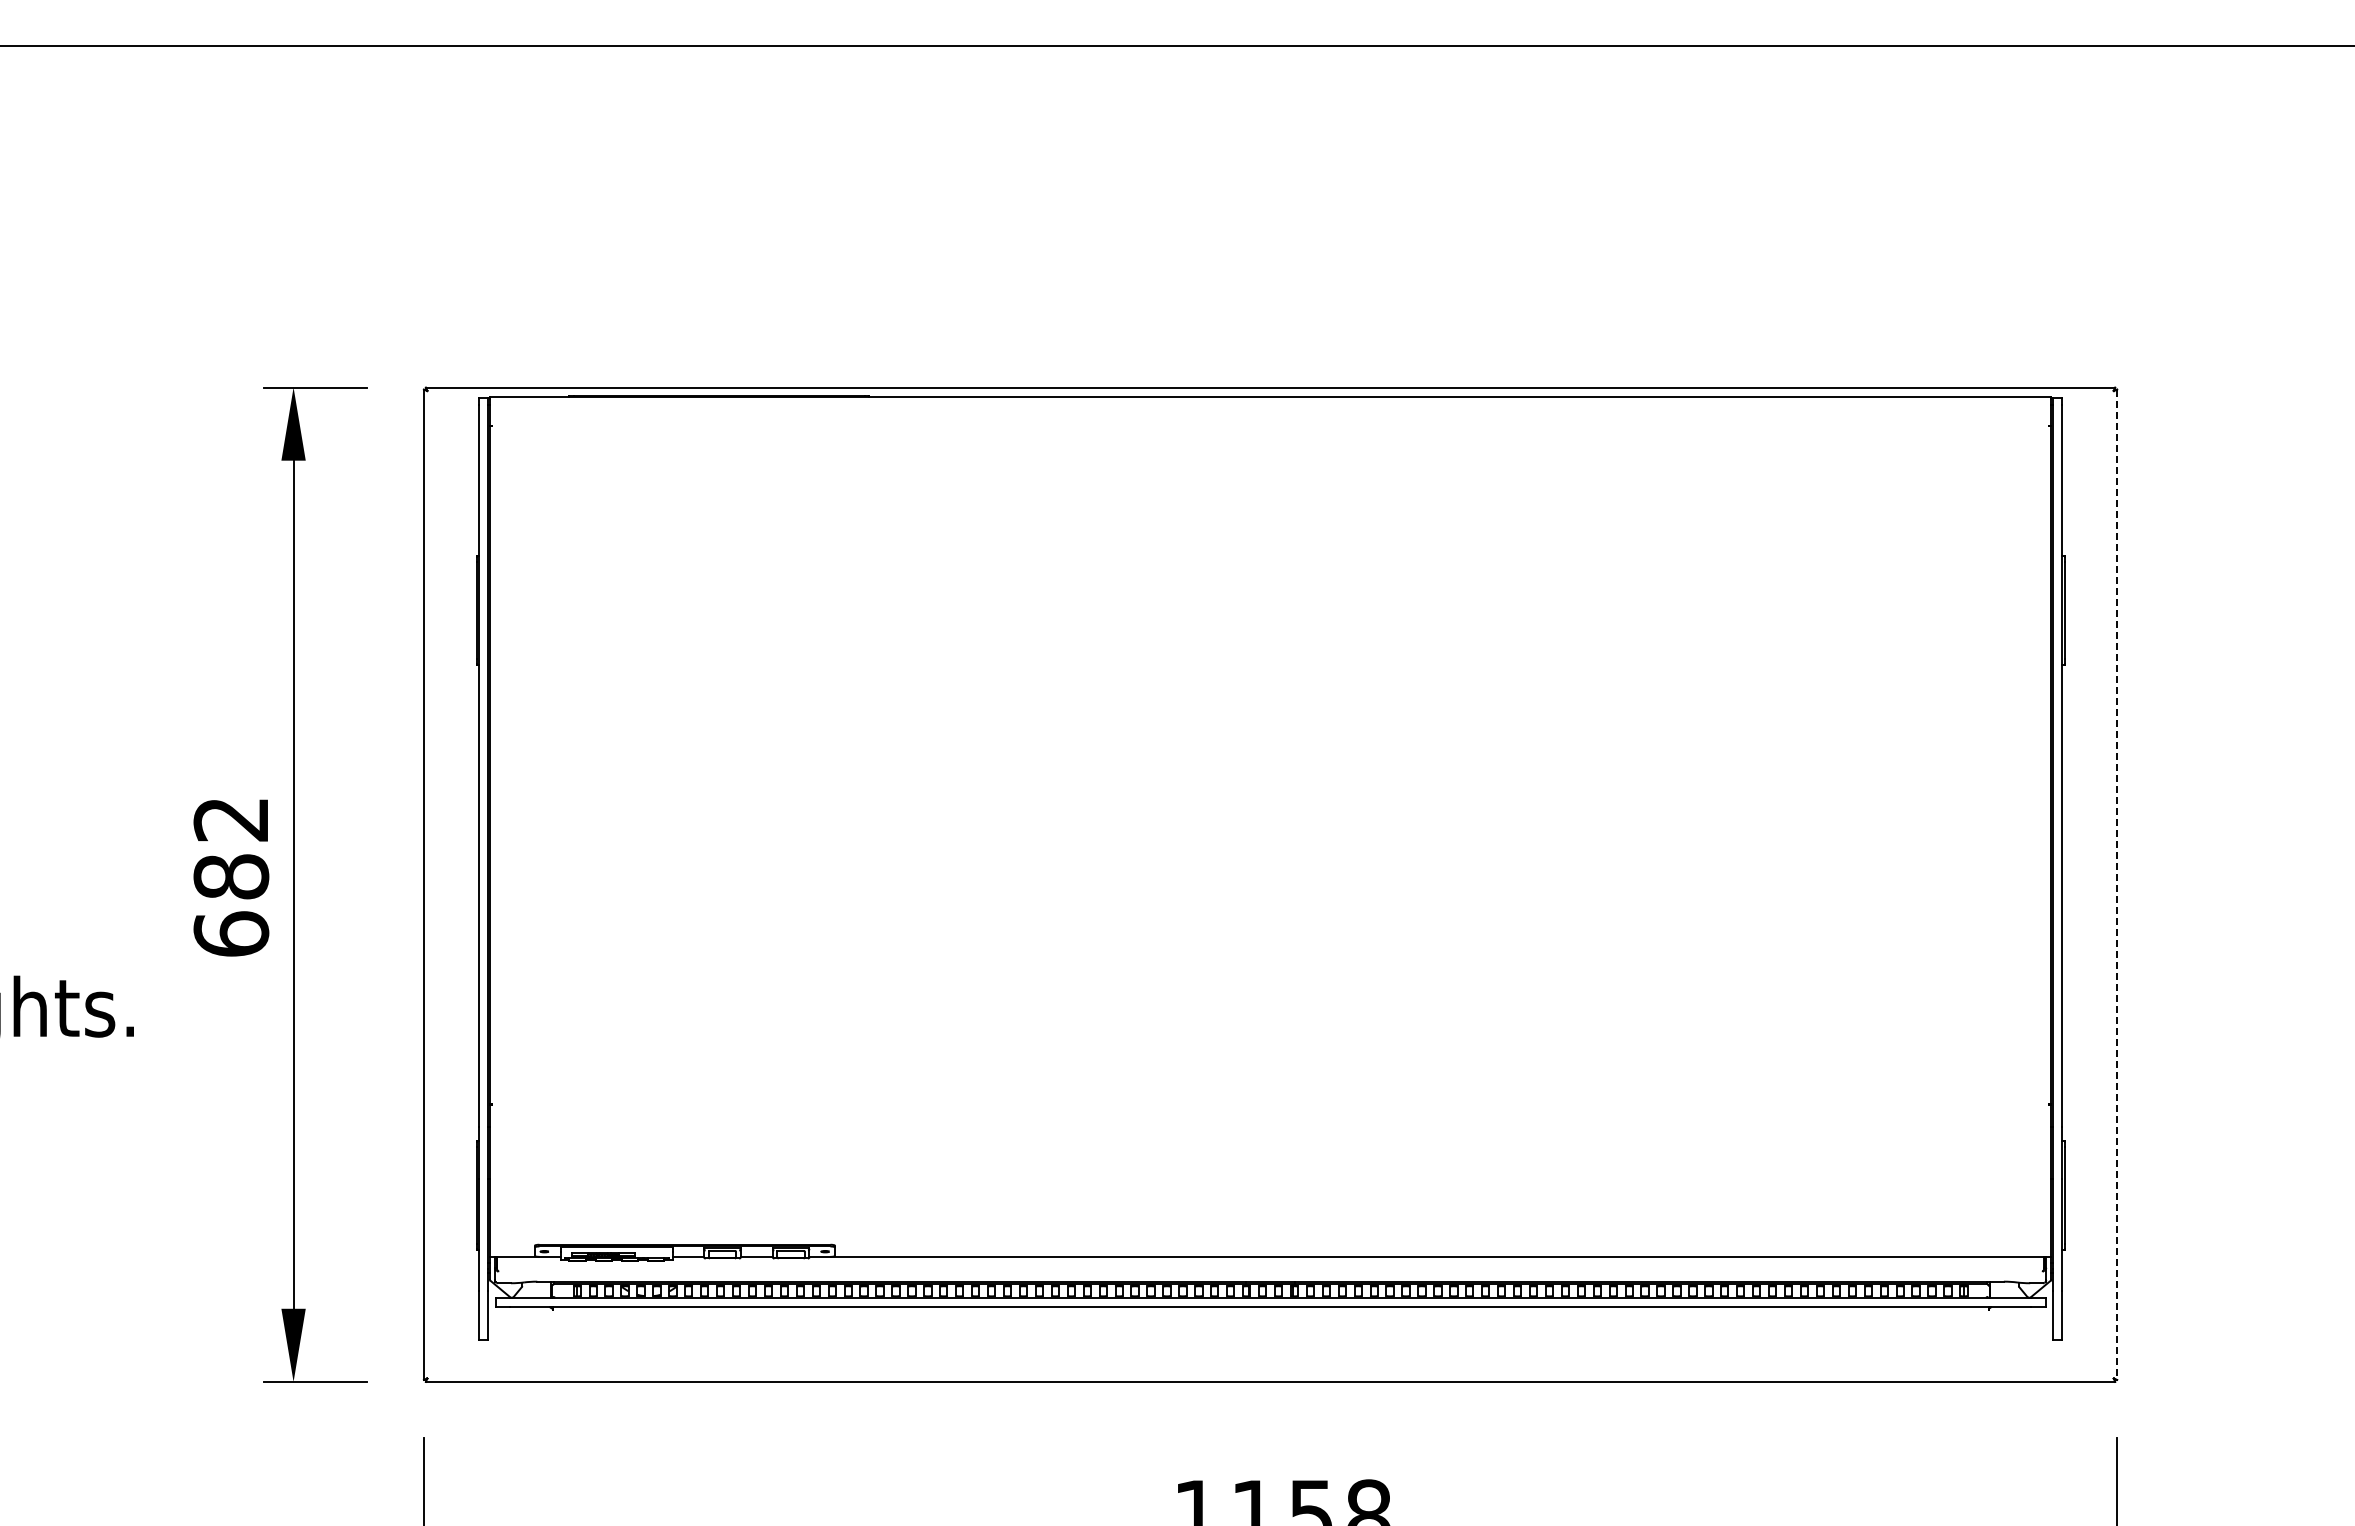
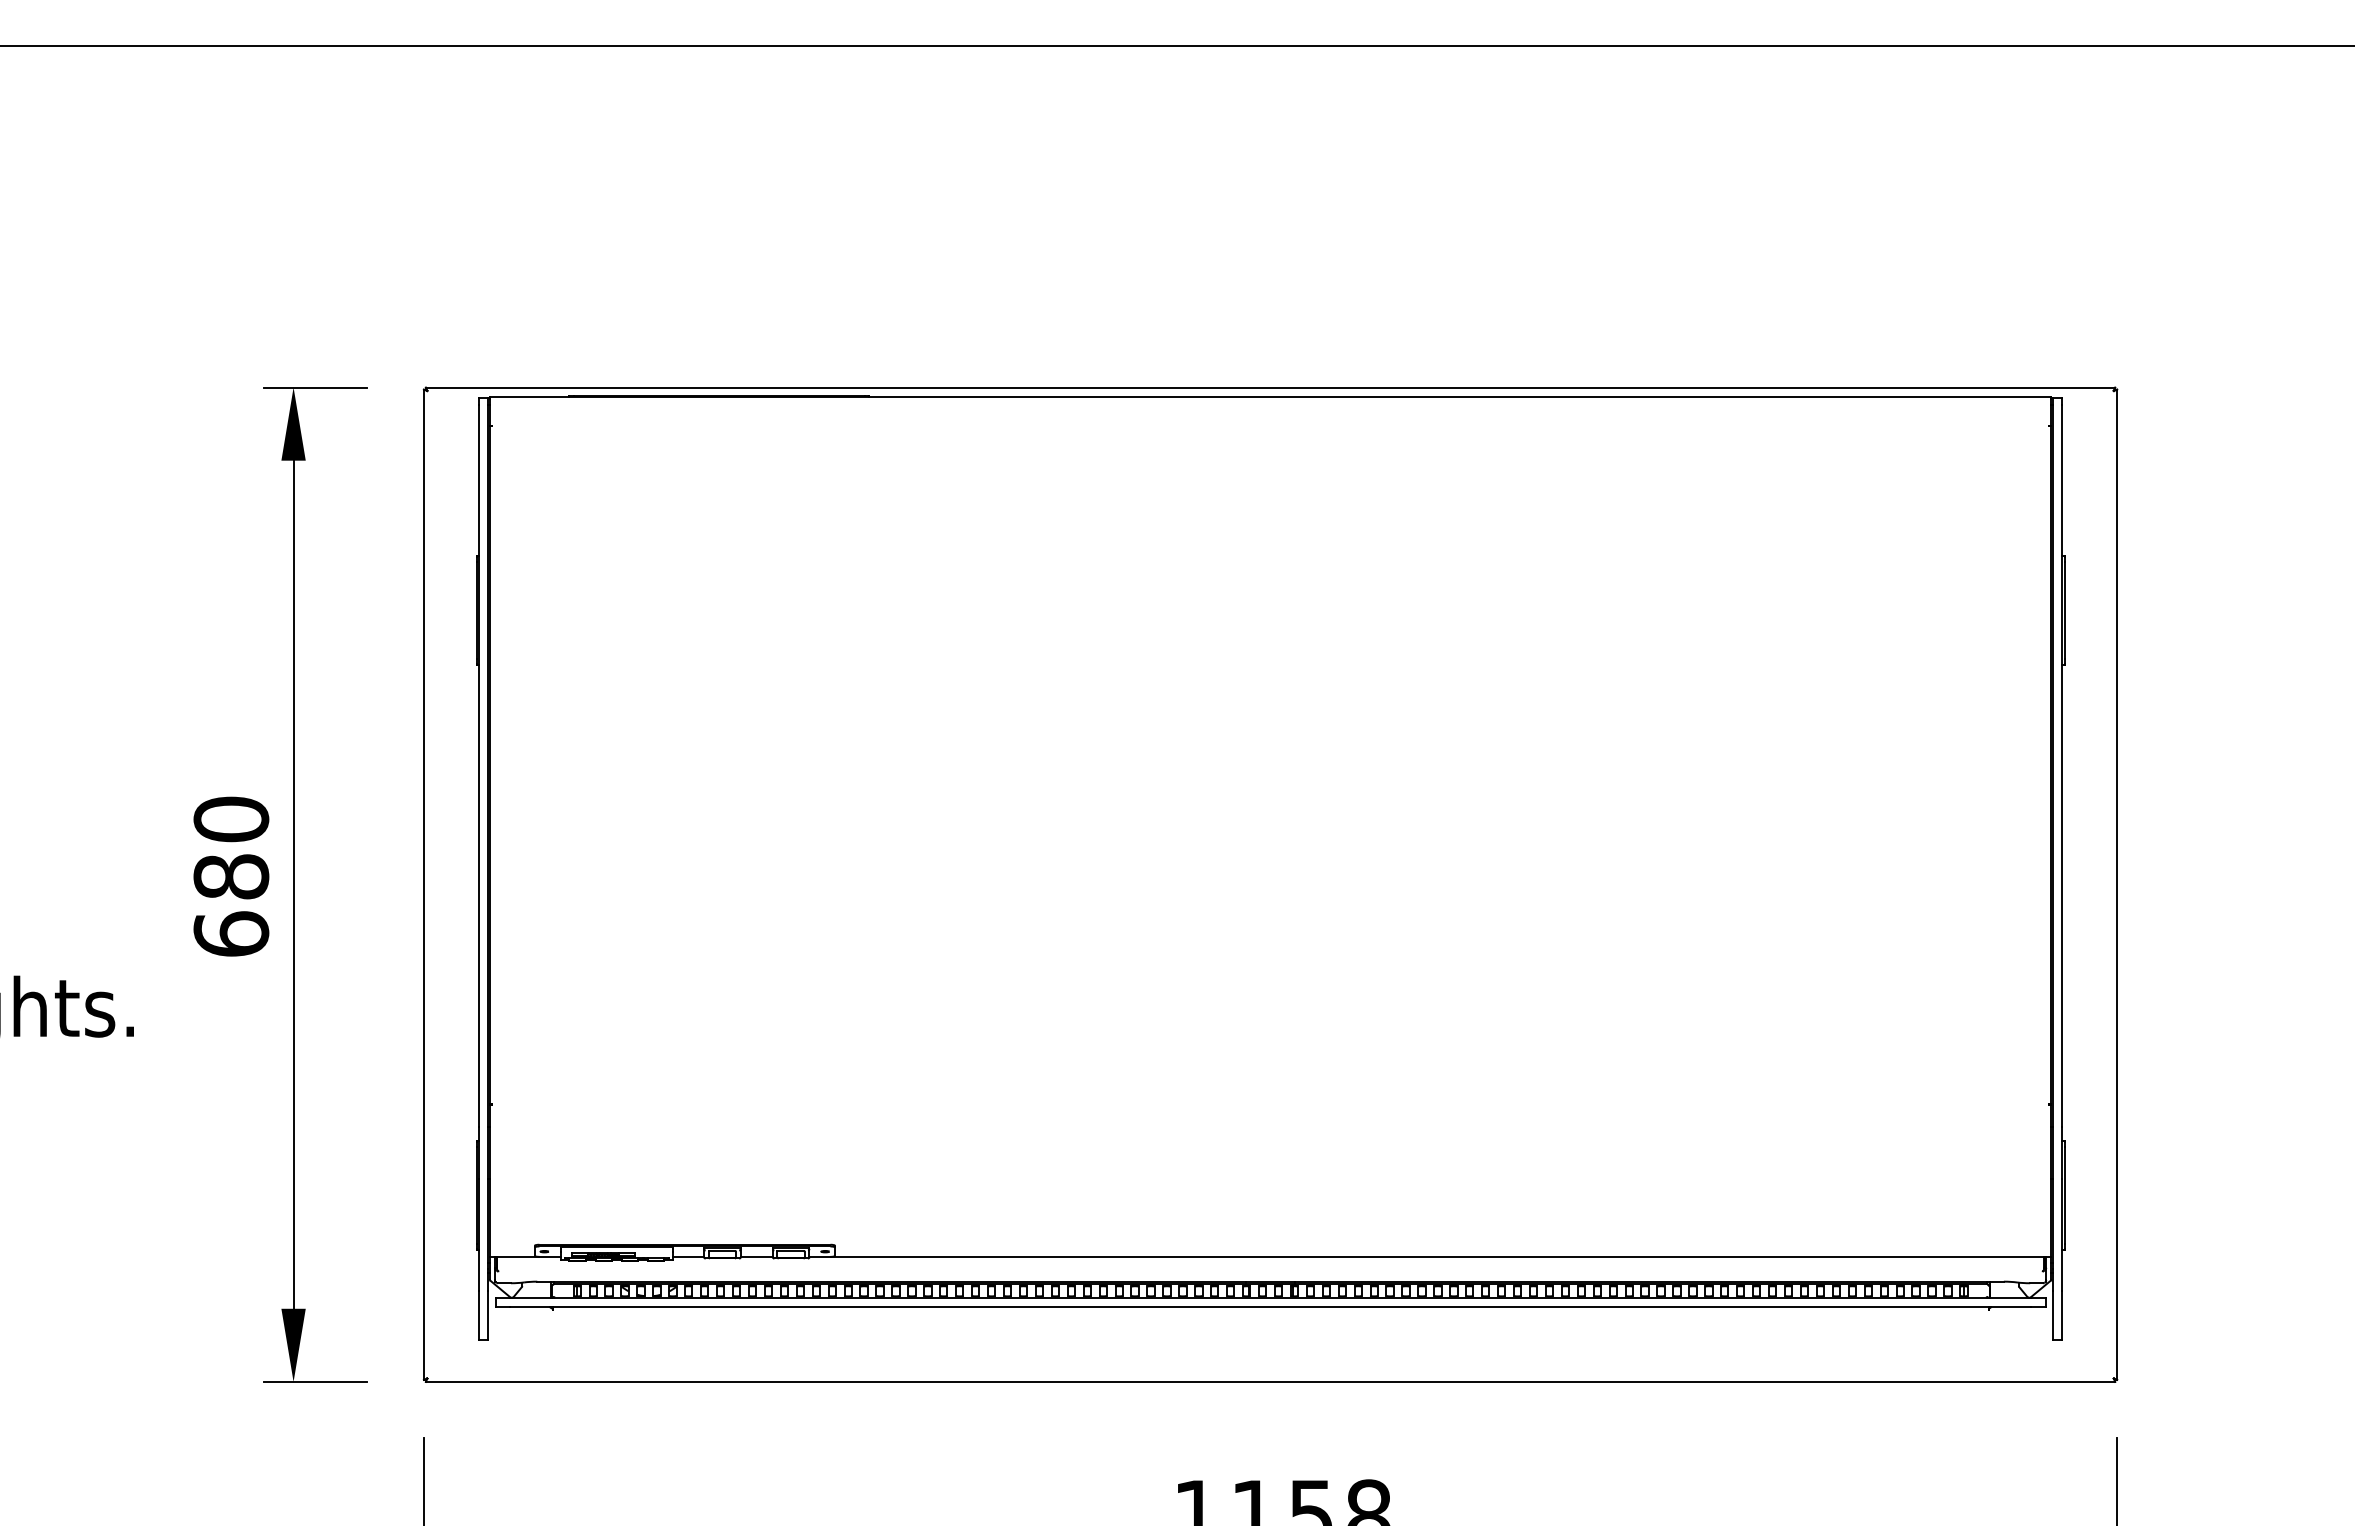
text at (231, 819): 682 -> 680
line at (2117, 885): dashed -> solid
